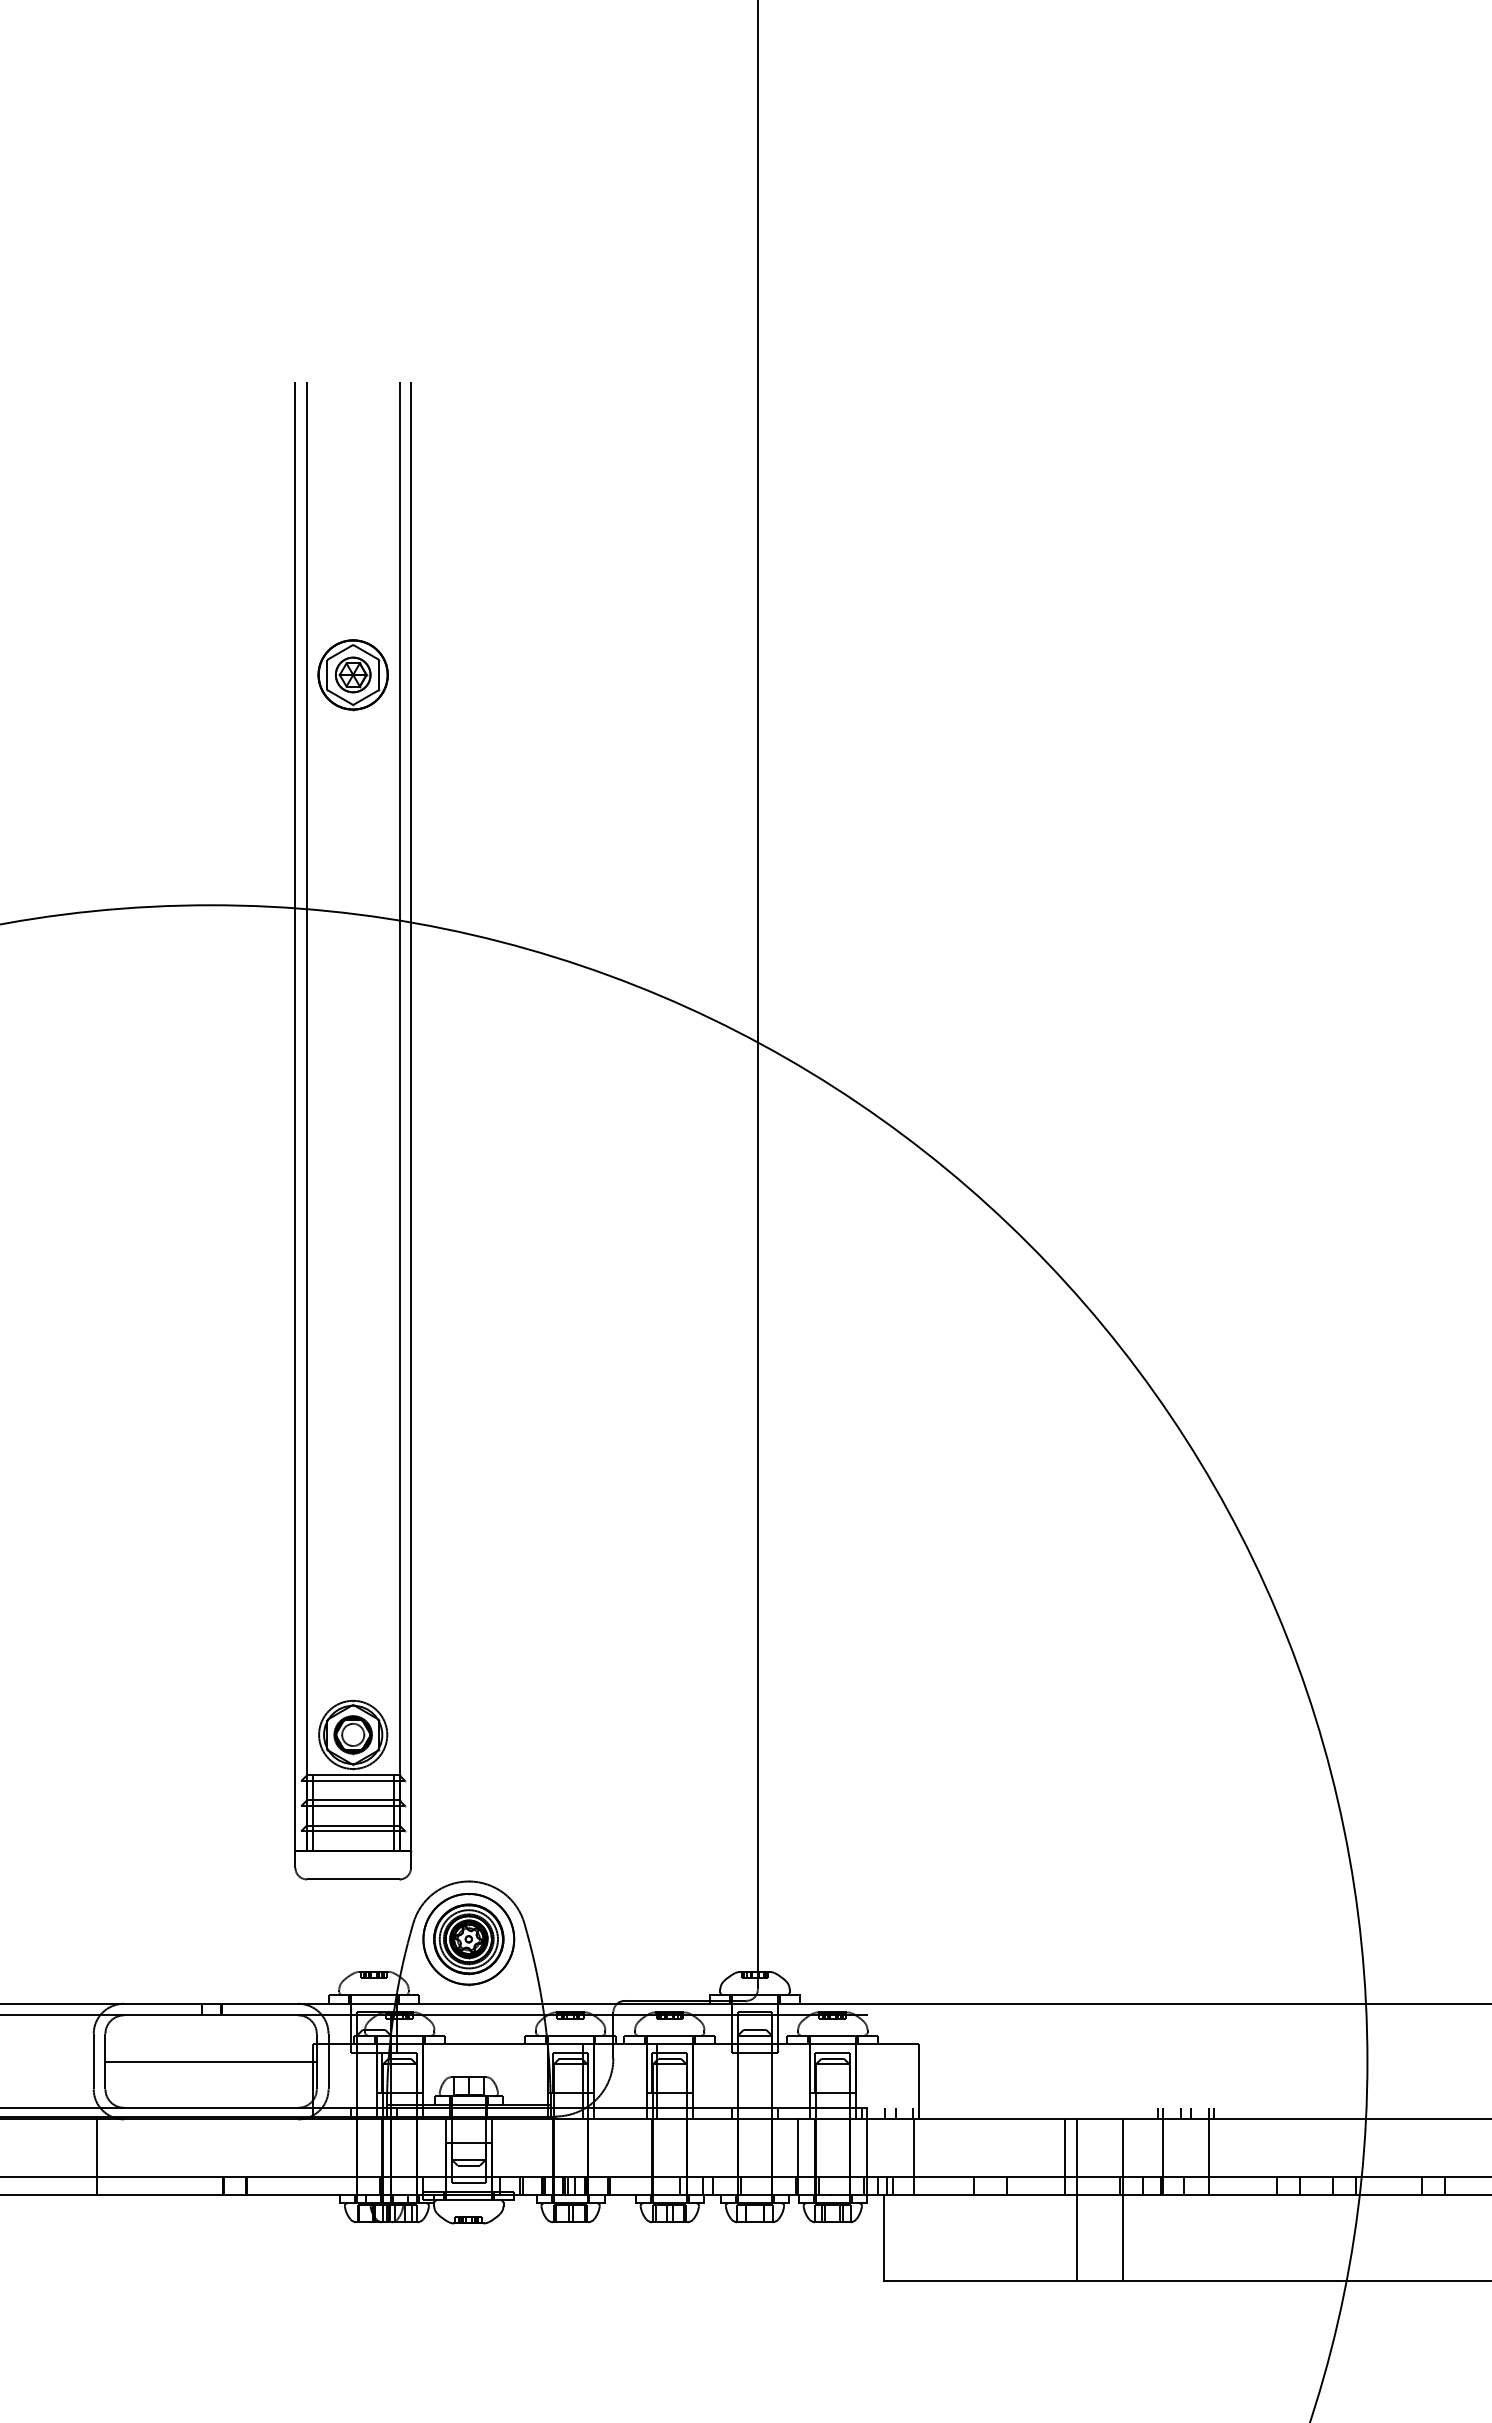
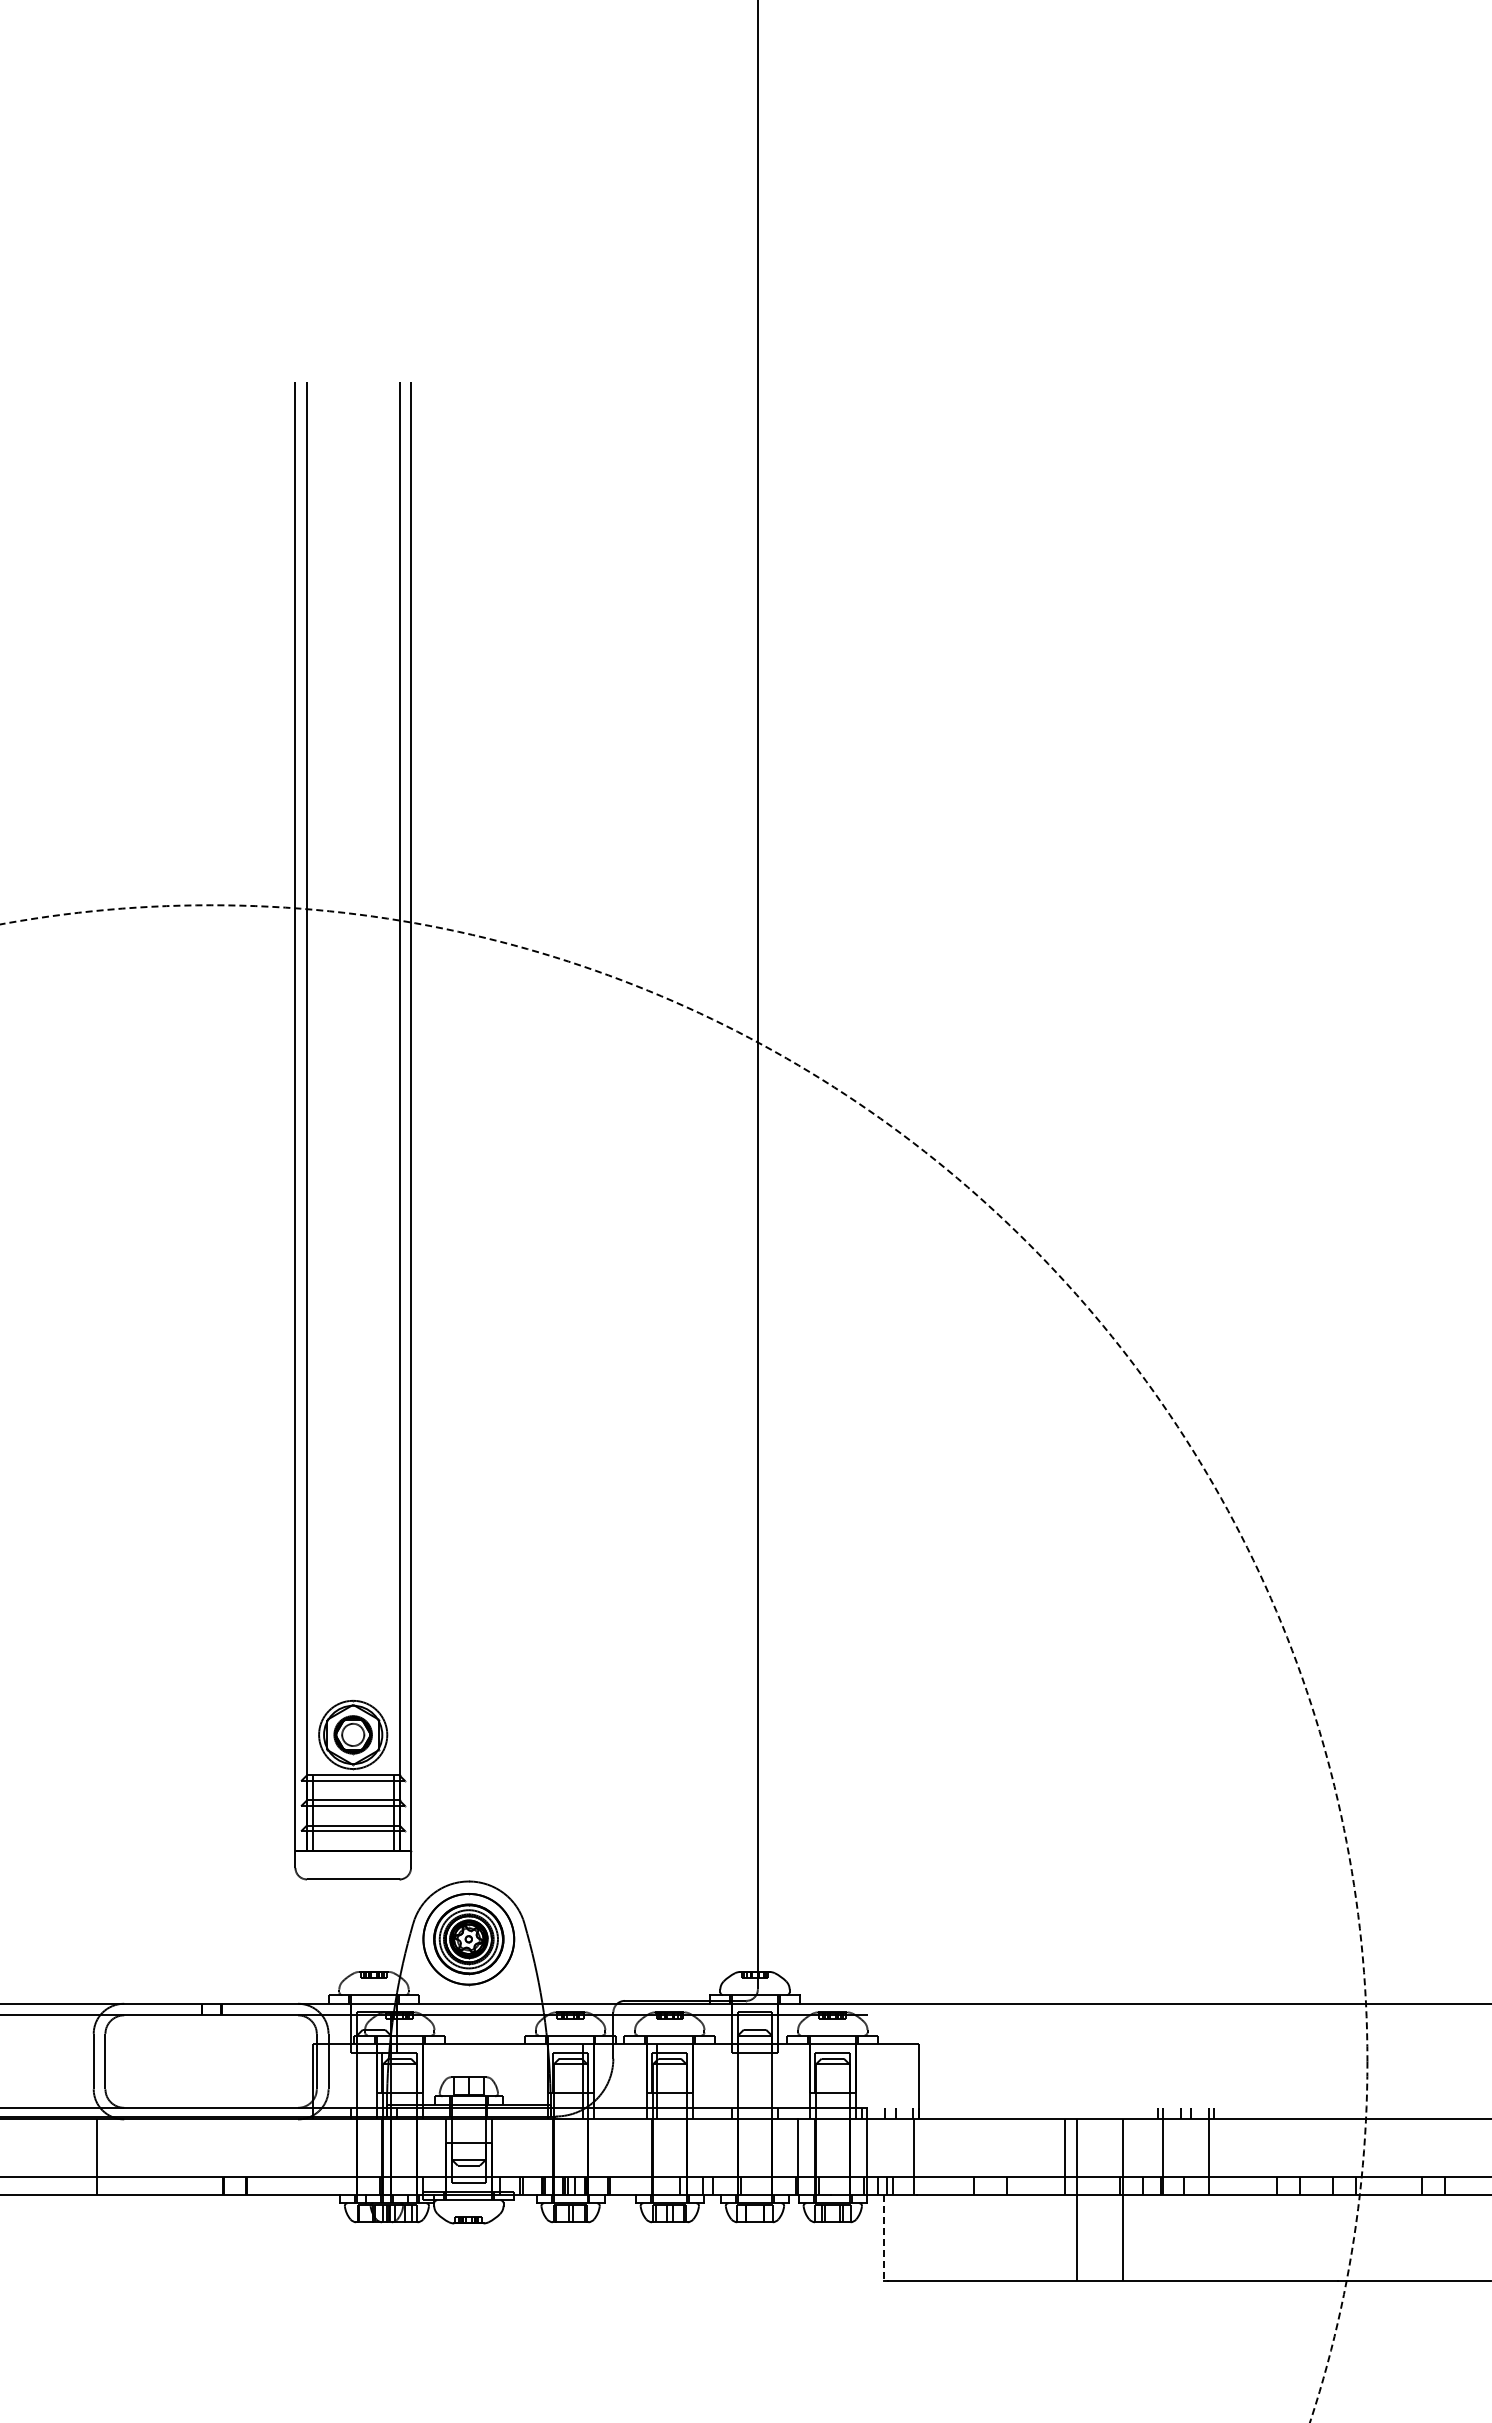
part at (352, 675): present -> none
circle at (683, 1663): solid -> dashed
line at (210, 2061): present -> none
line at (883, 2238): solid -> dashed
